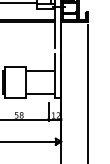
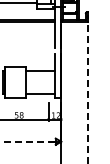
line at (87, 94): solid -> dashed
line at (27, 141): solid -> dashed
